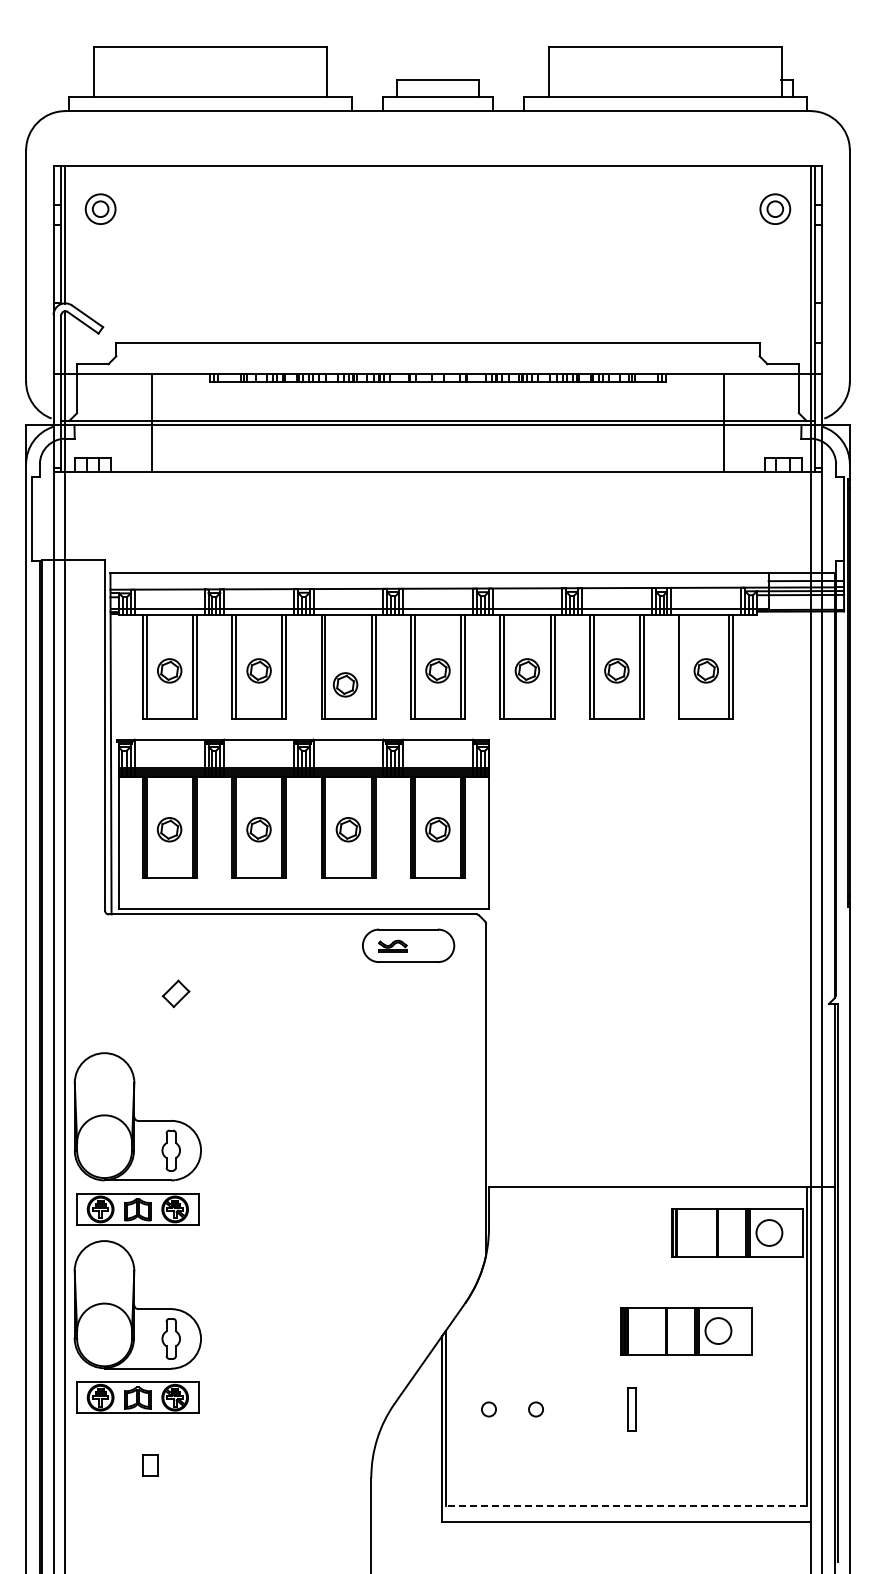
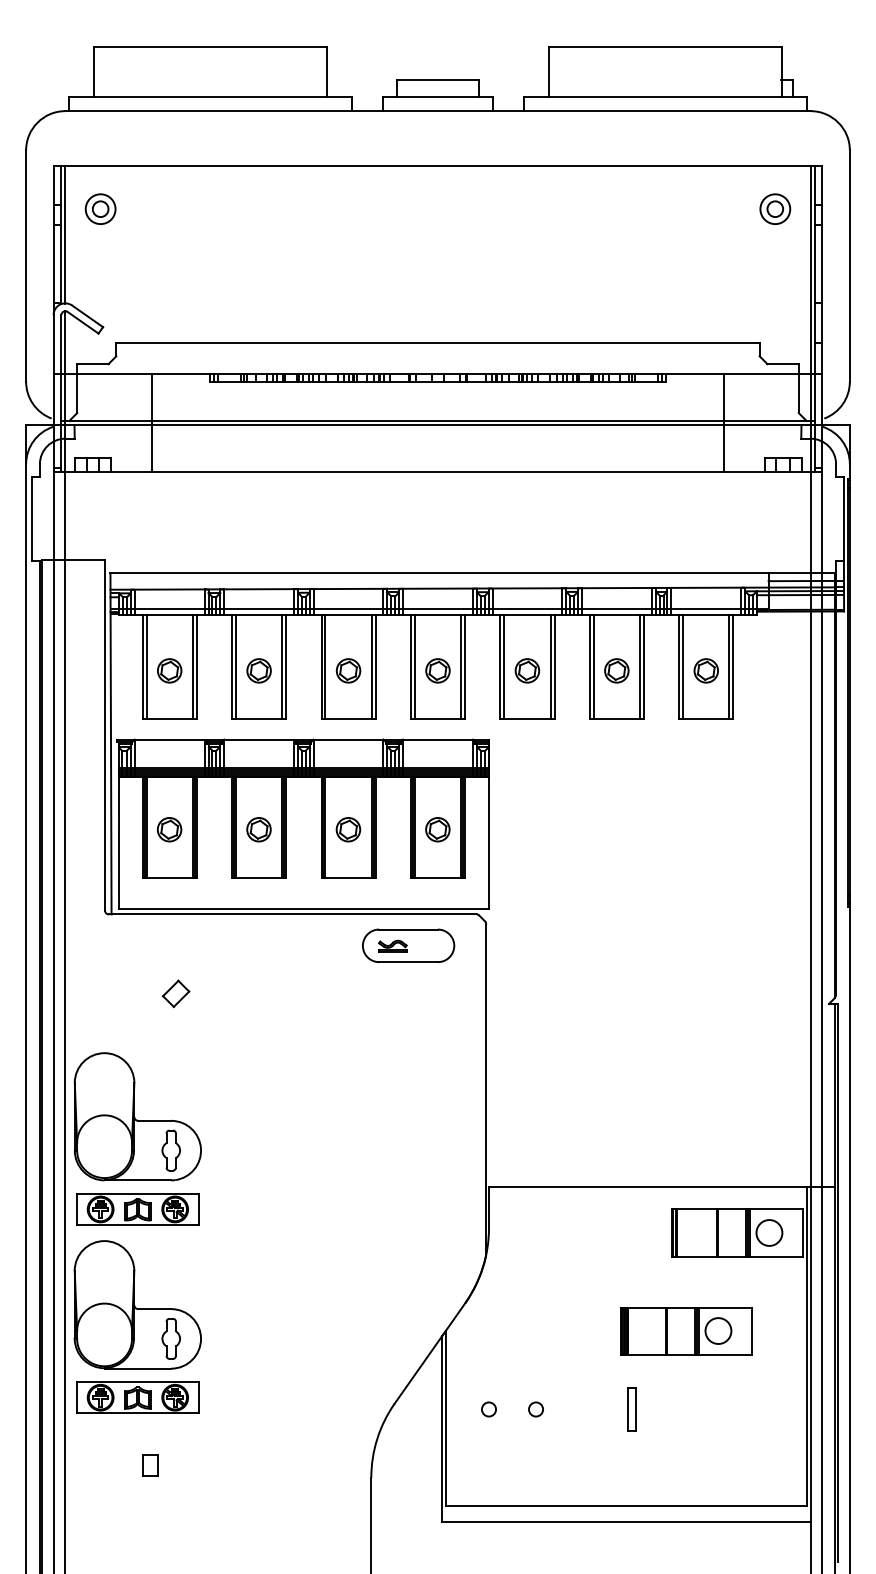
line at (683, 666): none -> present
part at (345, 684) position: (345, 684) -> (348, 670)
line at (625, 1506): dashed -> solid
